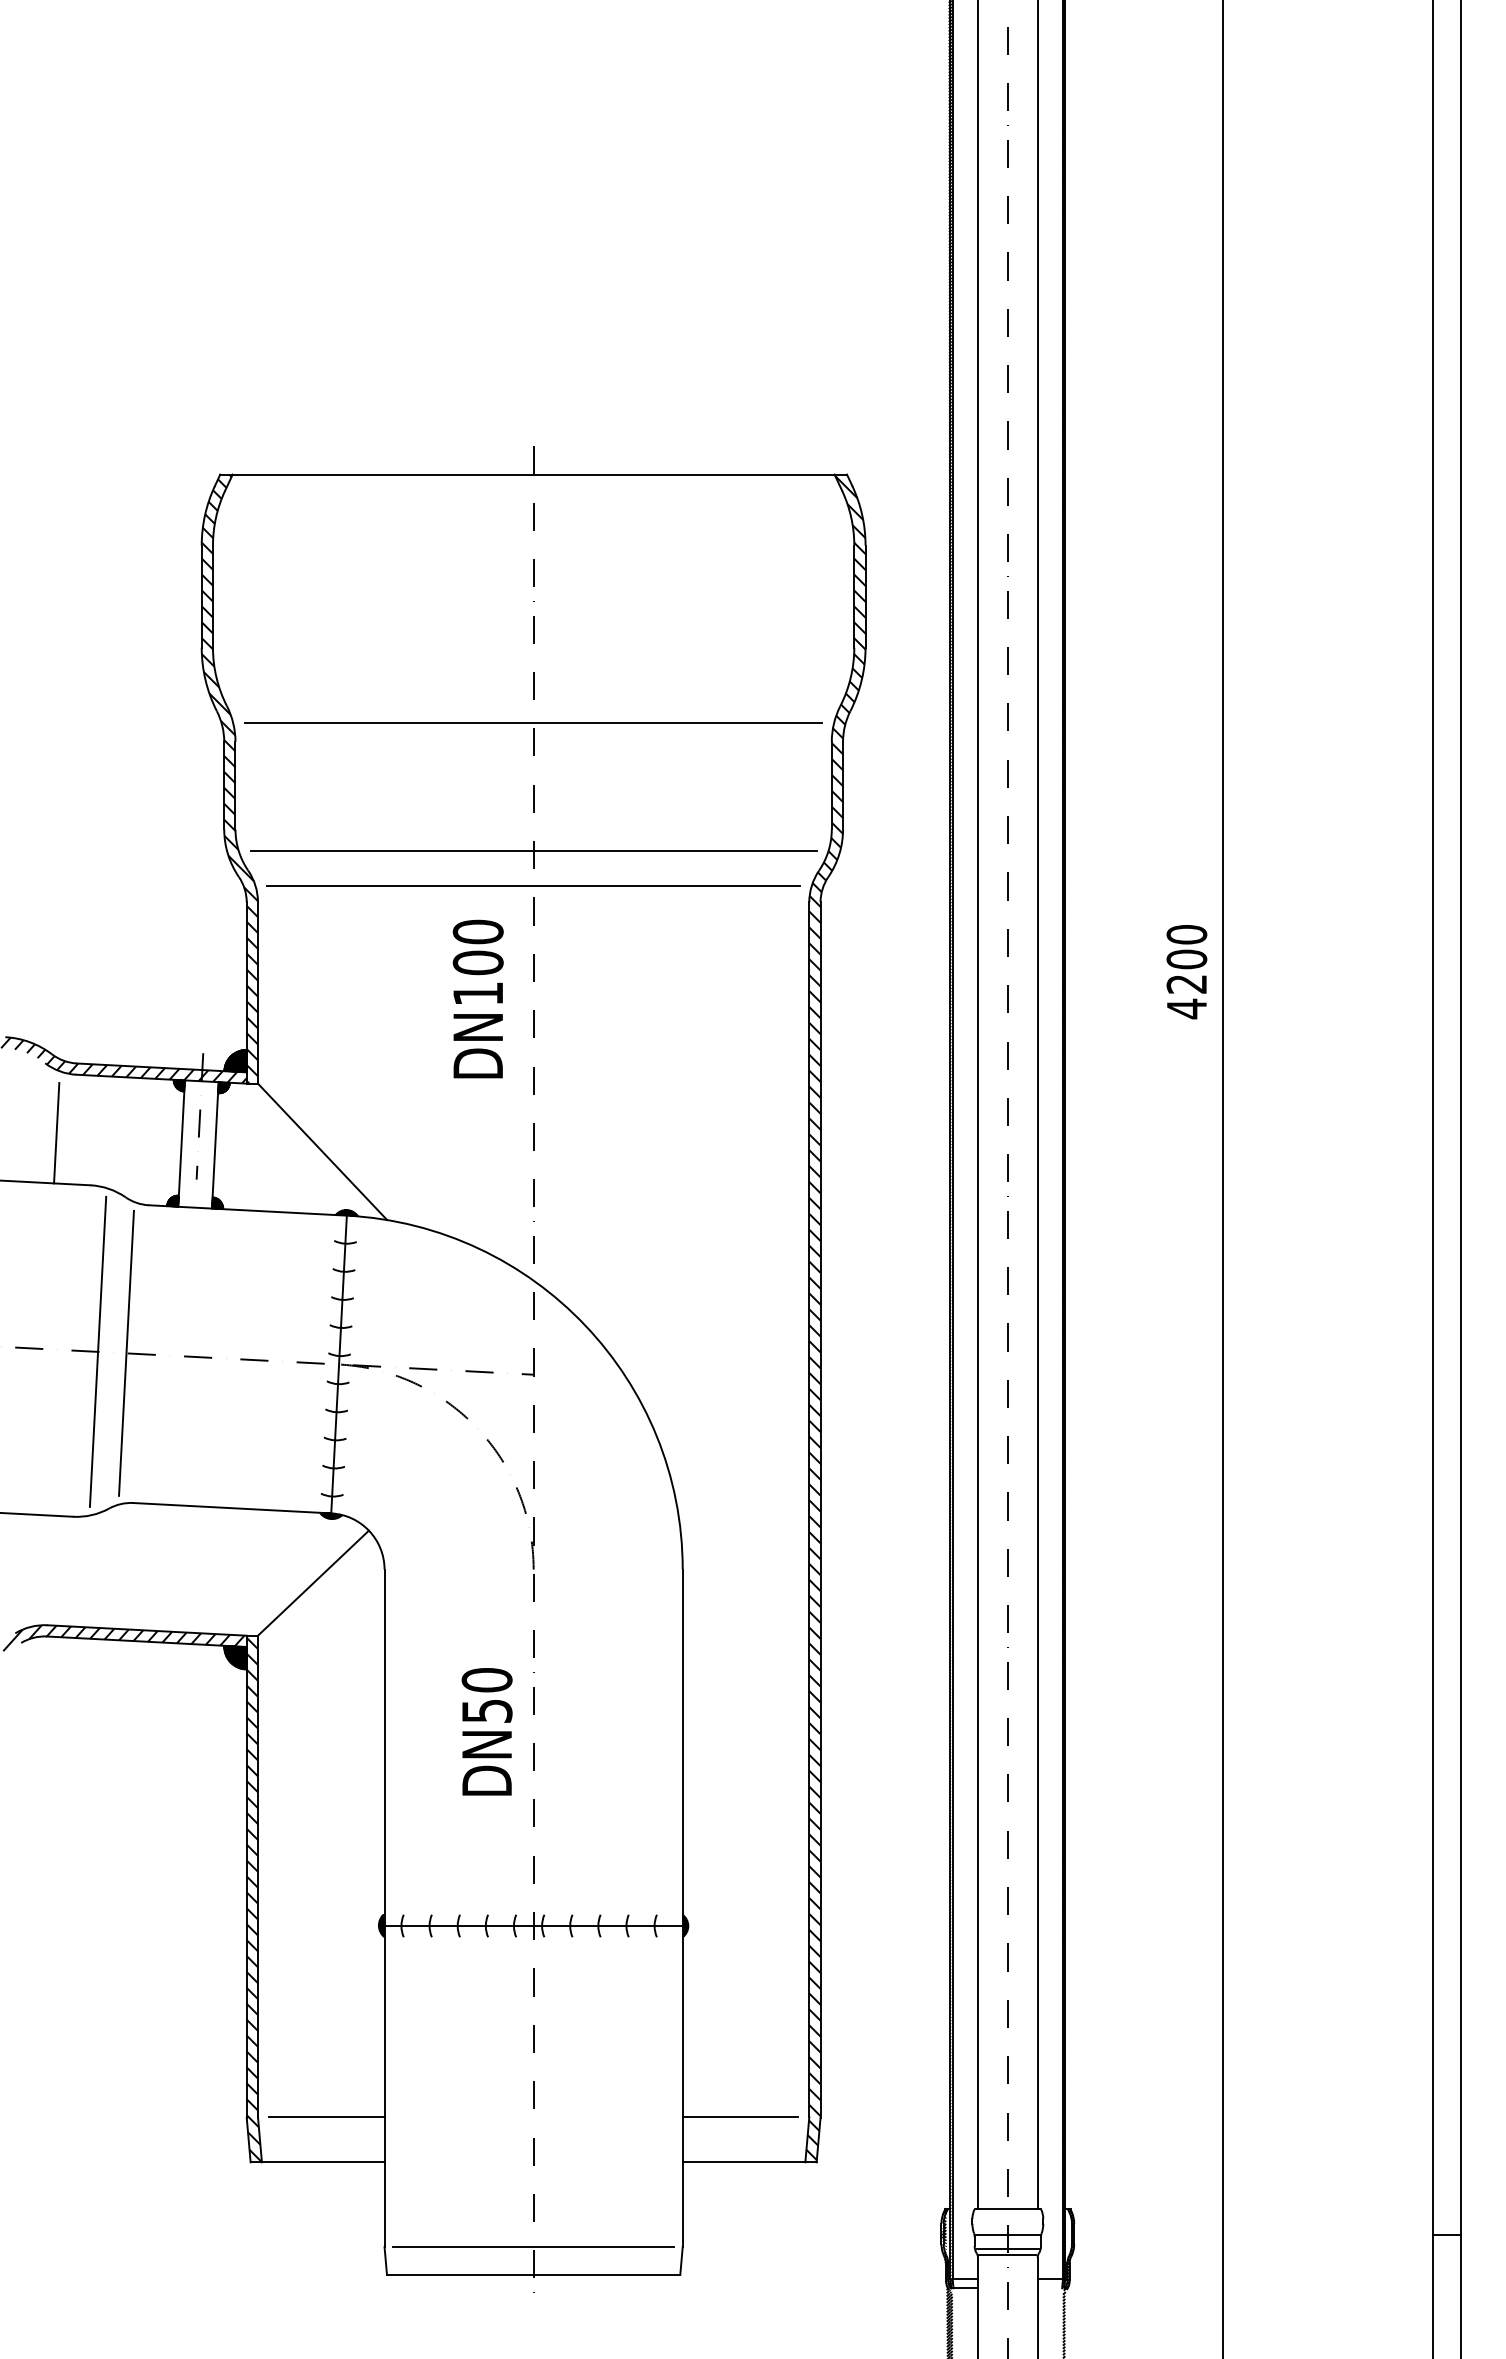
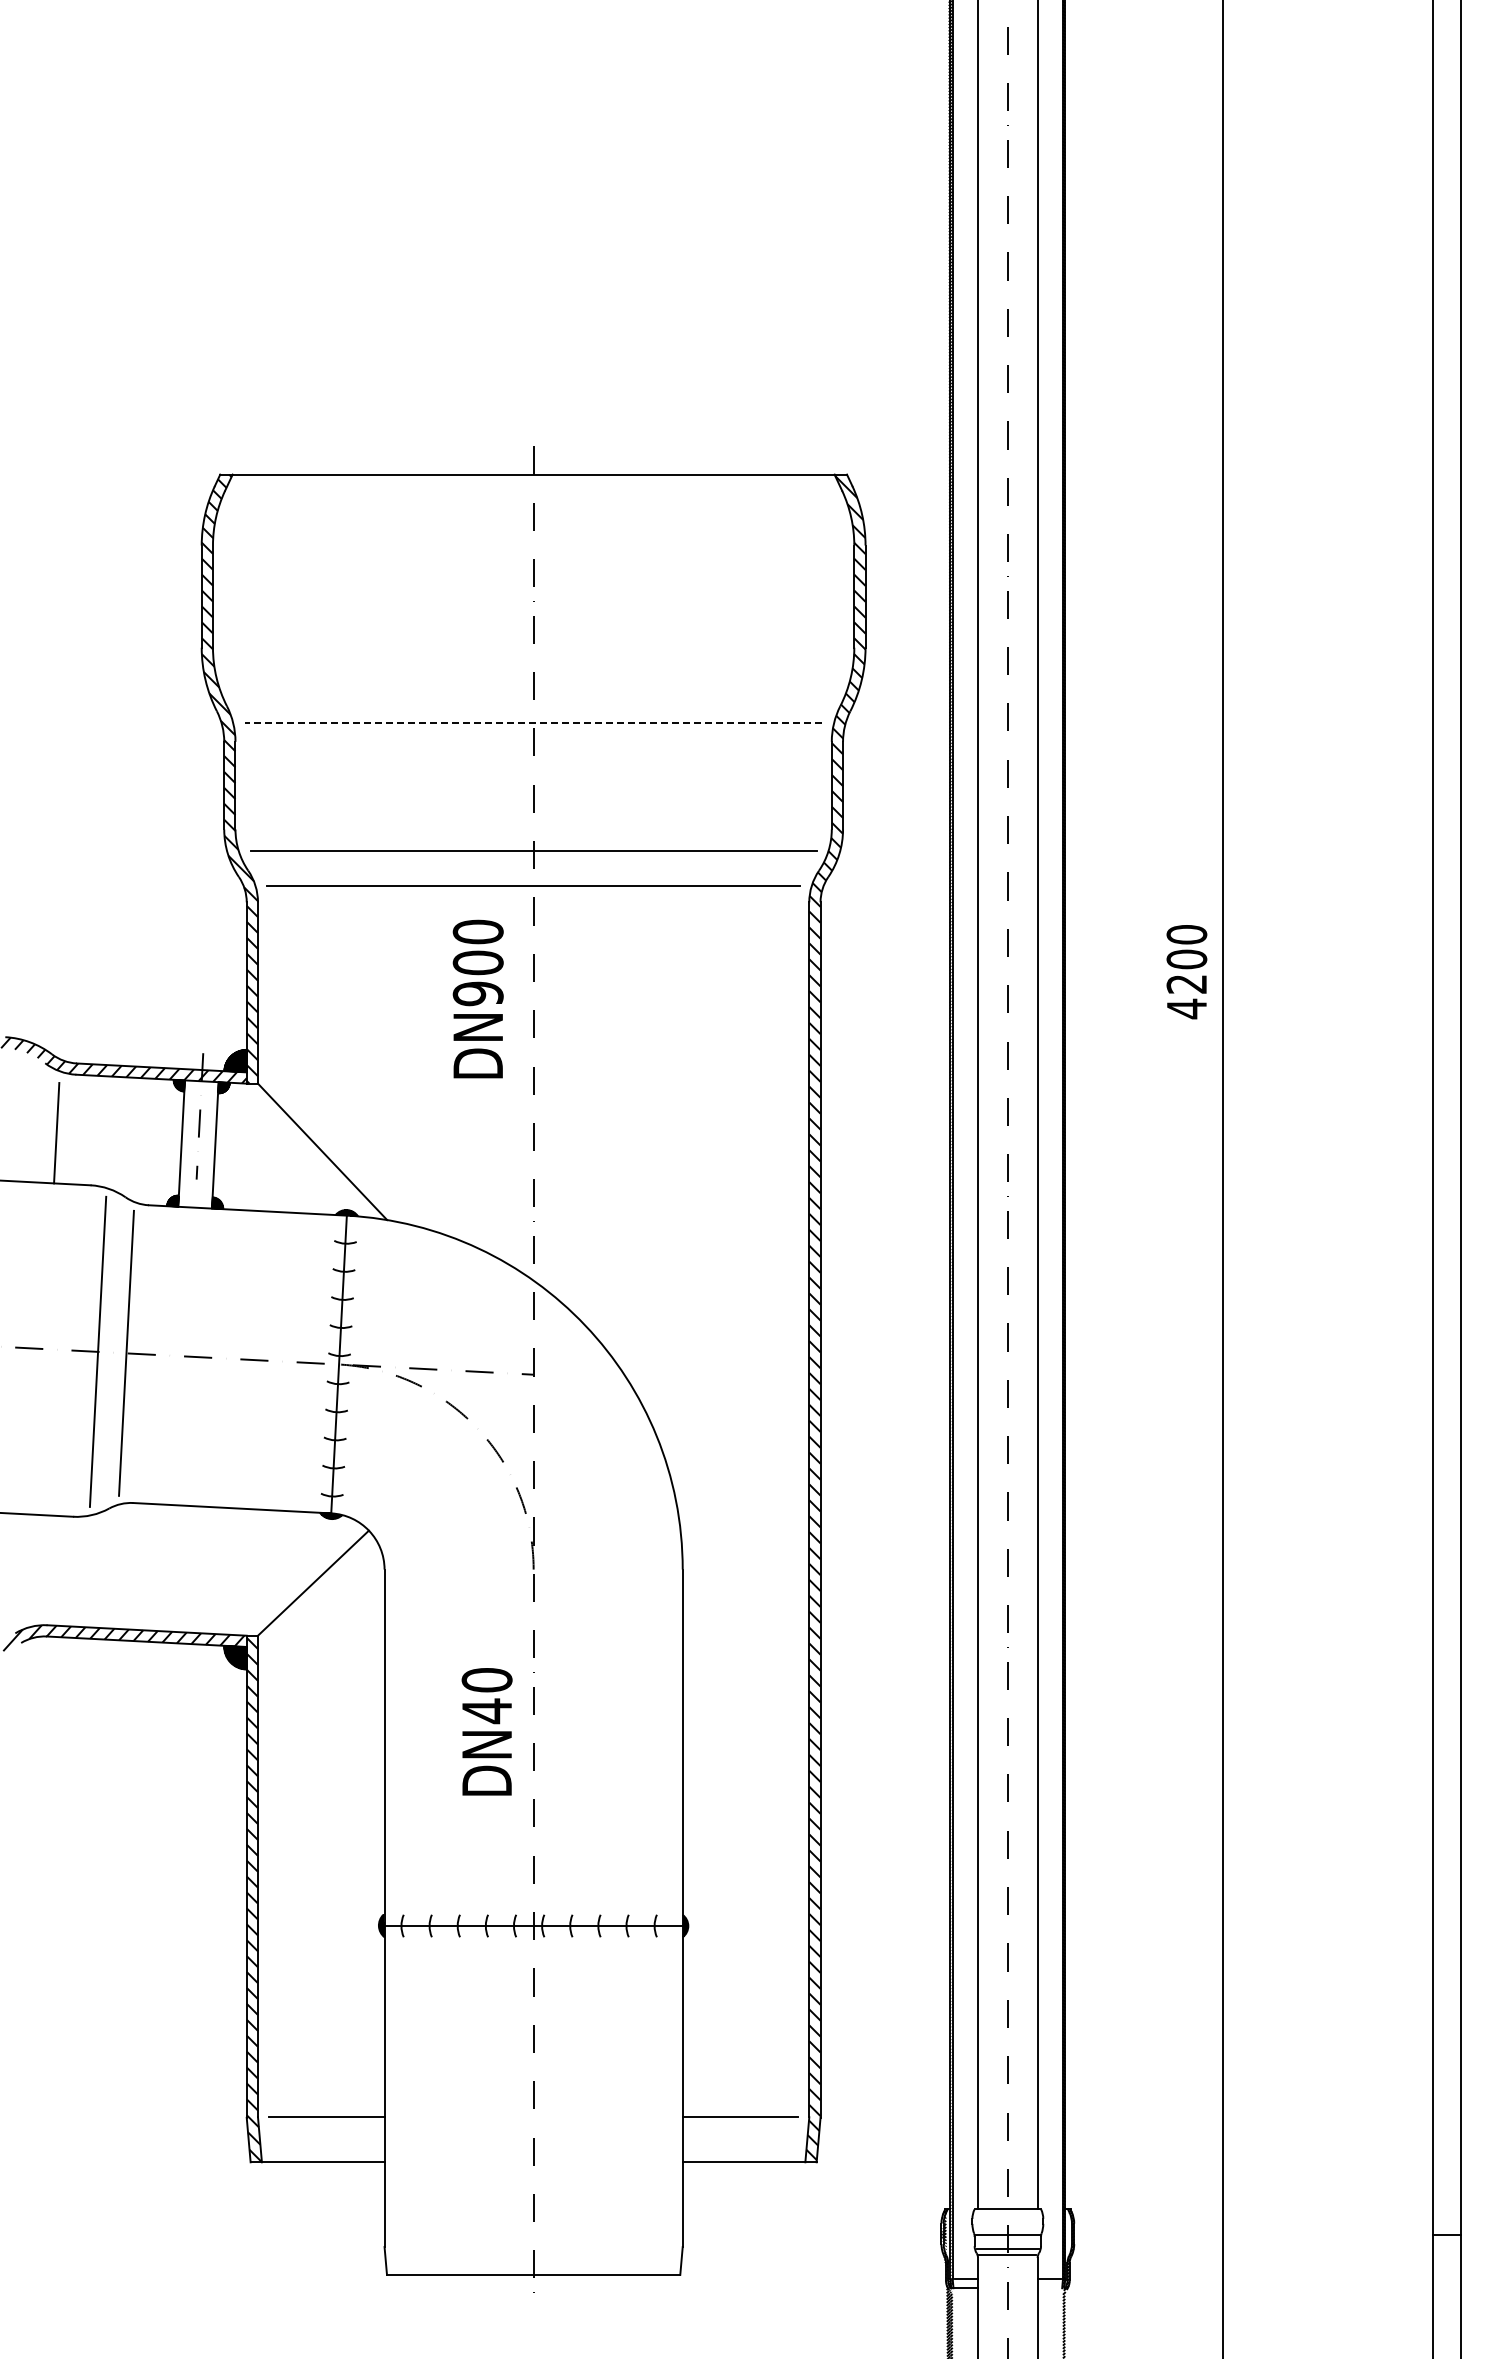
line at (533, 723): solid -> dashed
text at (477, 993): DN100 -> DN900
text at (487, 1711): DN50 -> DN40
line at (533, 2246): present -> none
